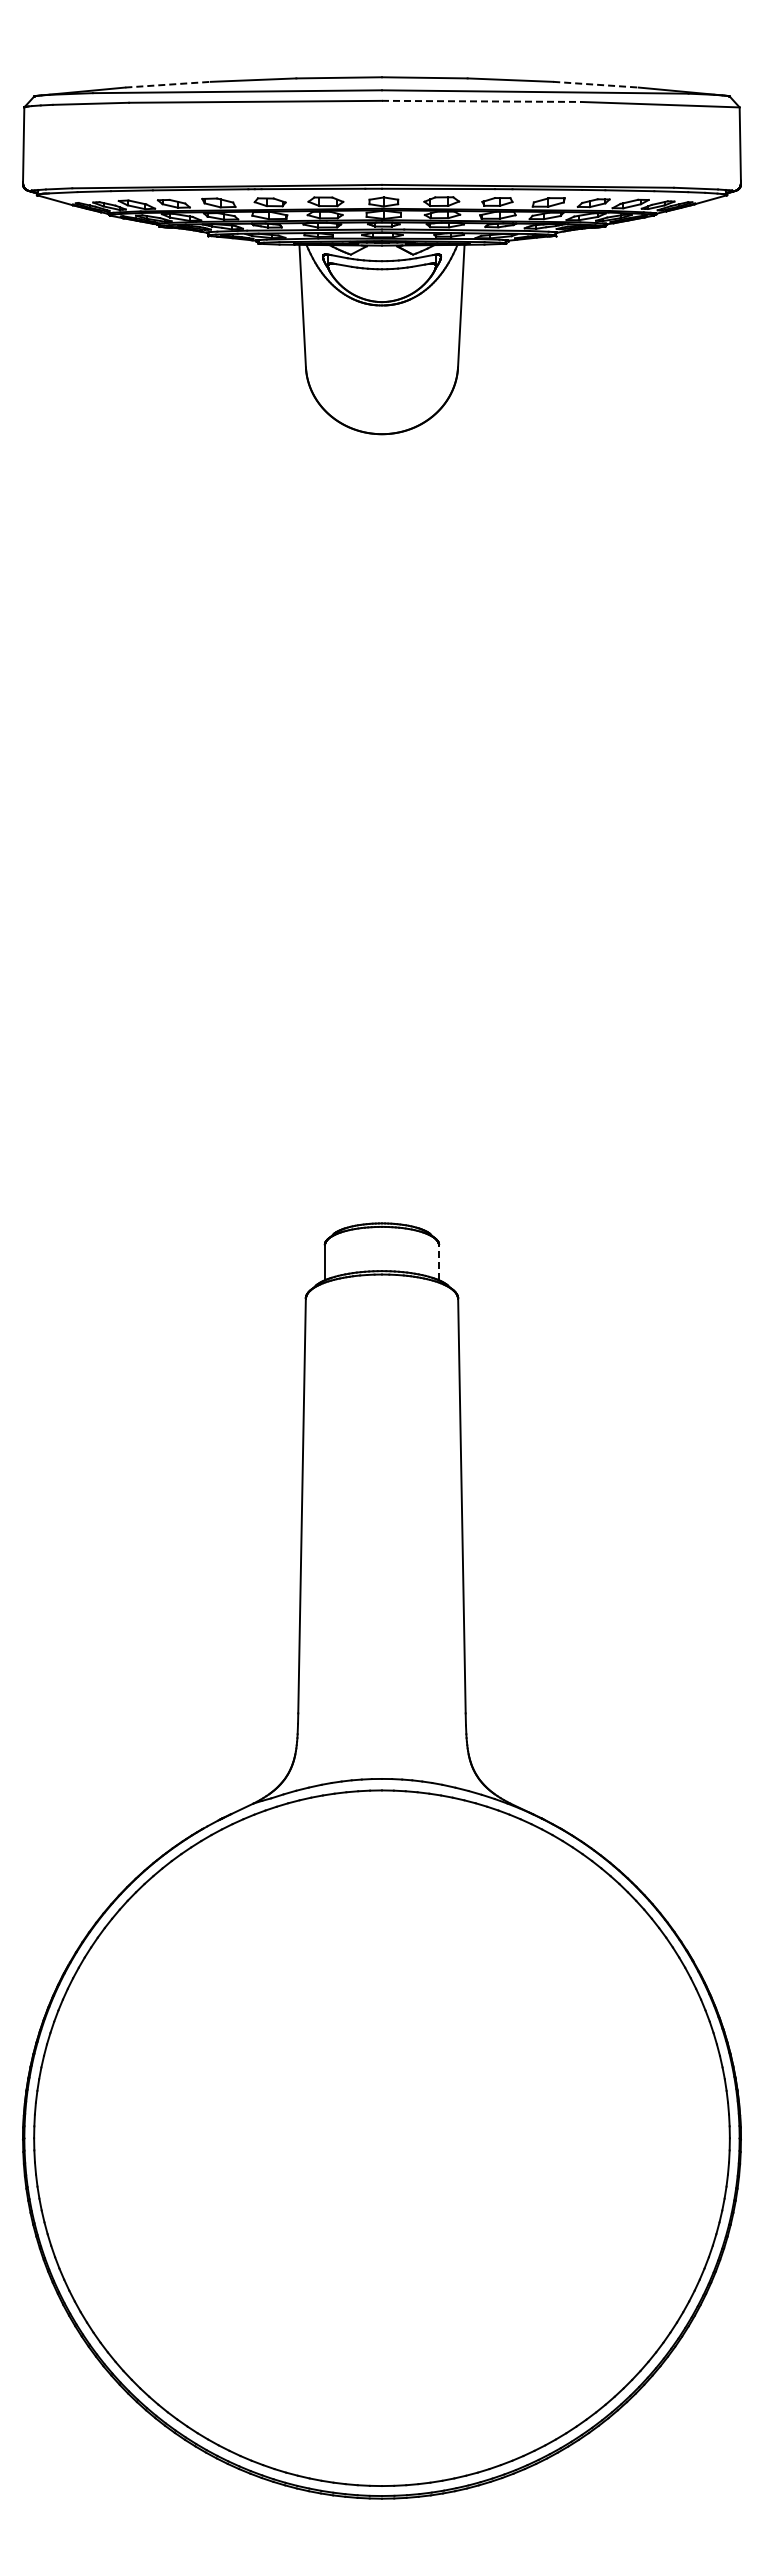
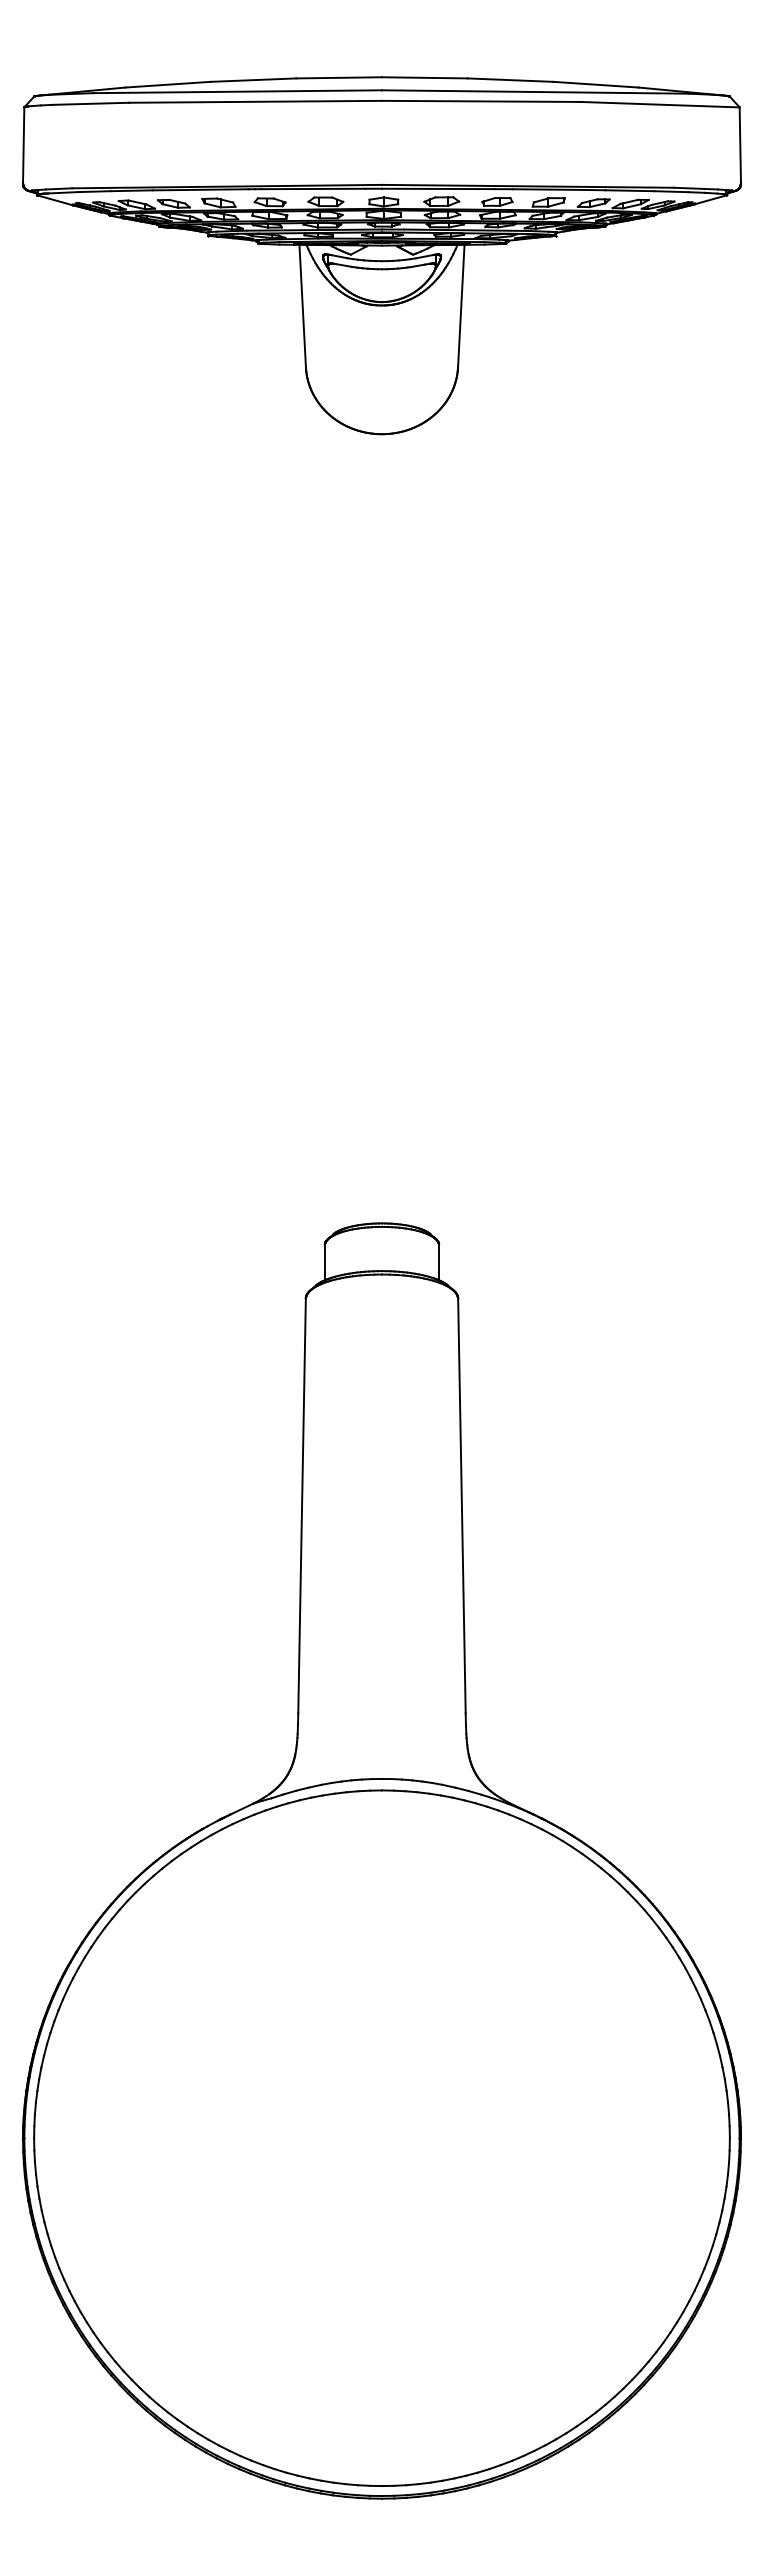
line at (168, 84): dashed -> solid
line at (595, 84): dashed -> solid
line at (481, 101): dashed -> solid
line at (439, 1262): dashed -> solid
